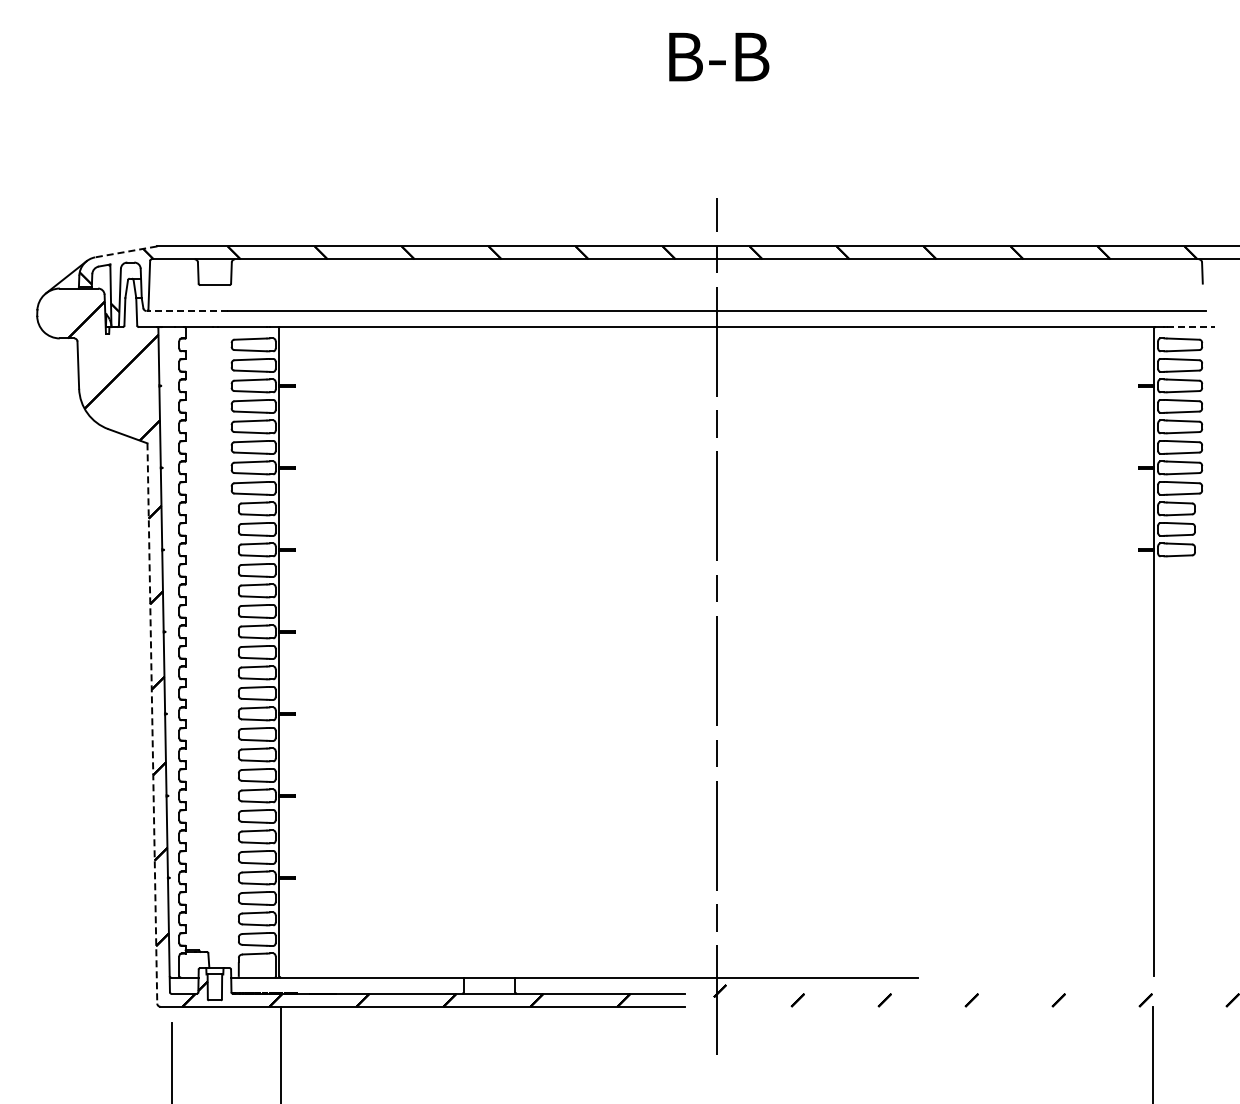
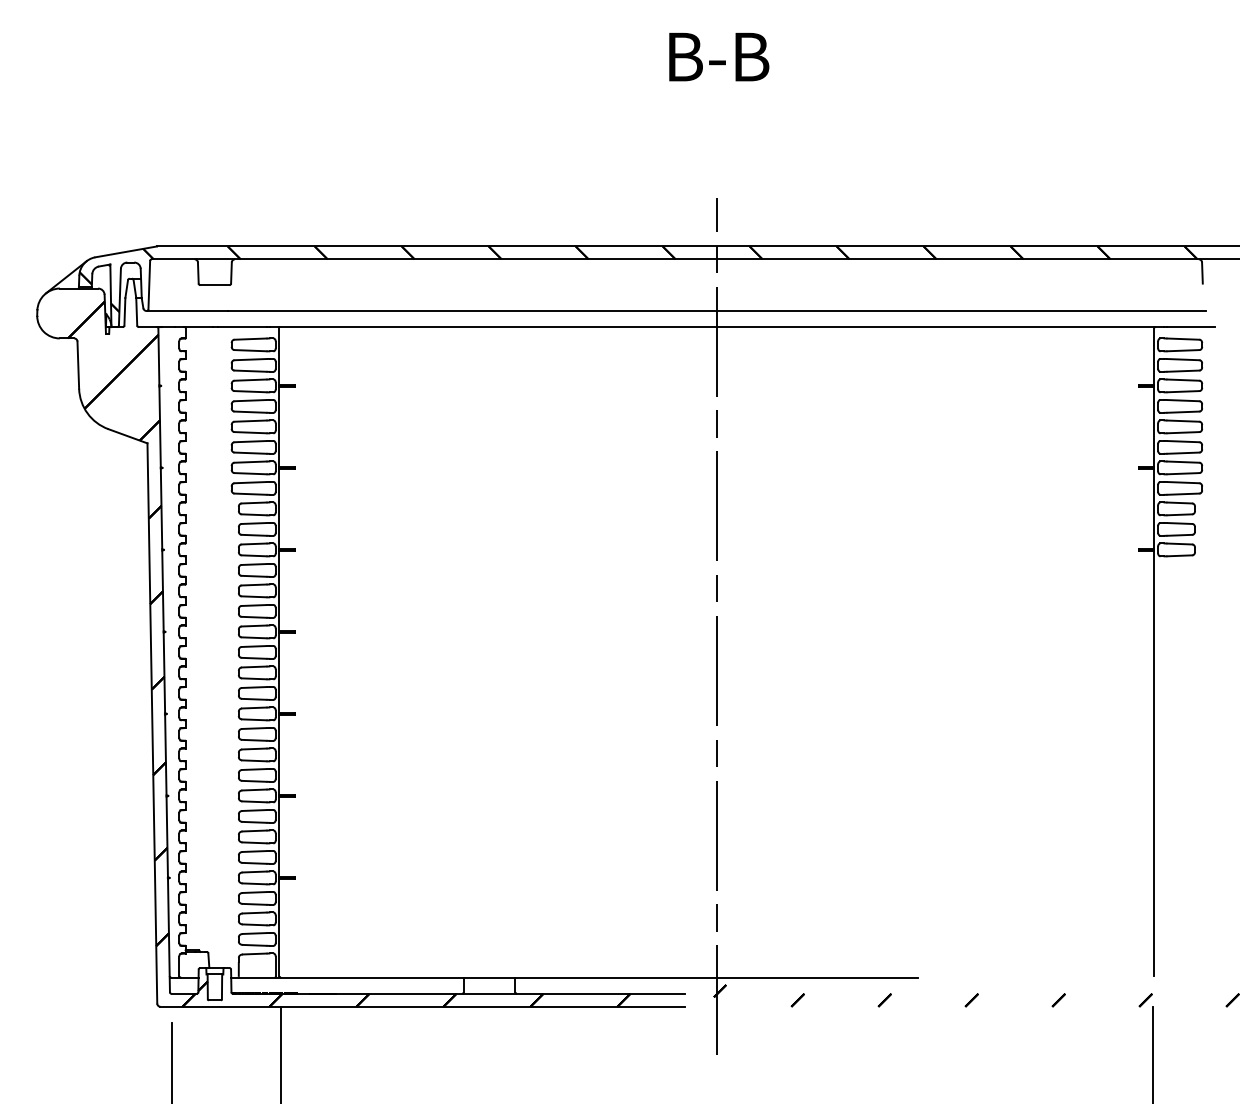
line at (125, 252): dashed -> solid
line at (186, 311): dashed -> solid
line at (1191, 327): dashed -> solid
line at (152, 723): dashed -> solid
